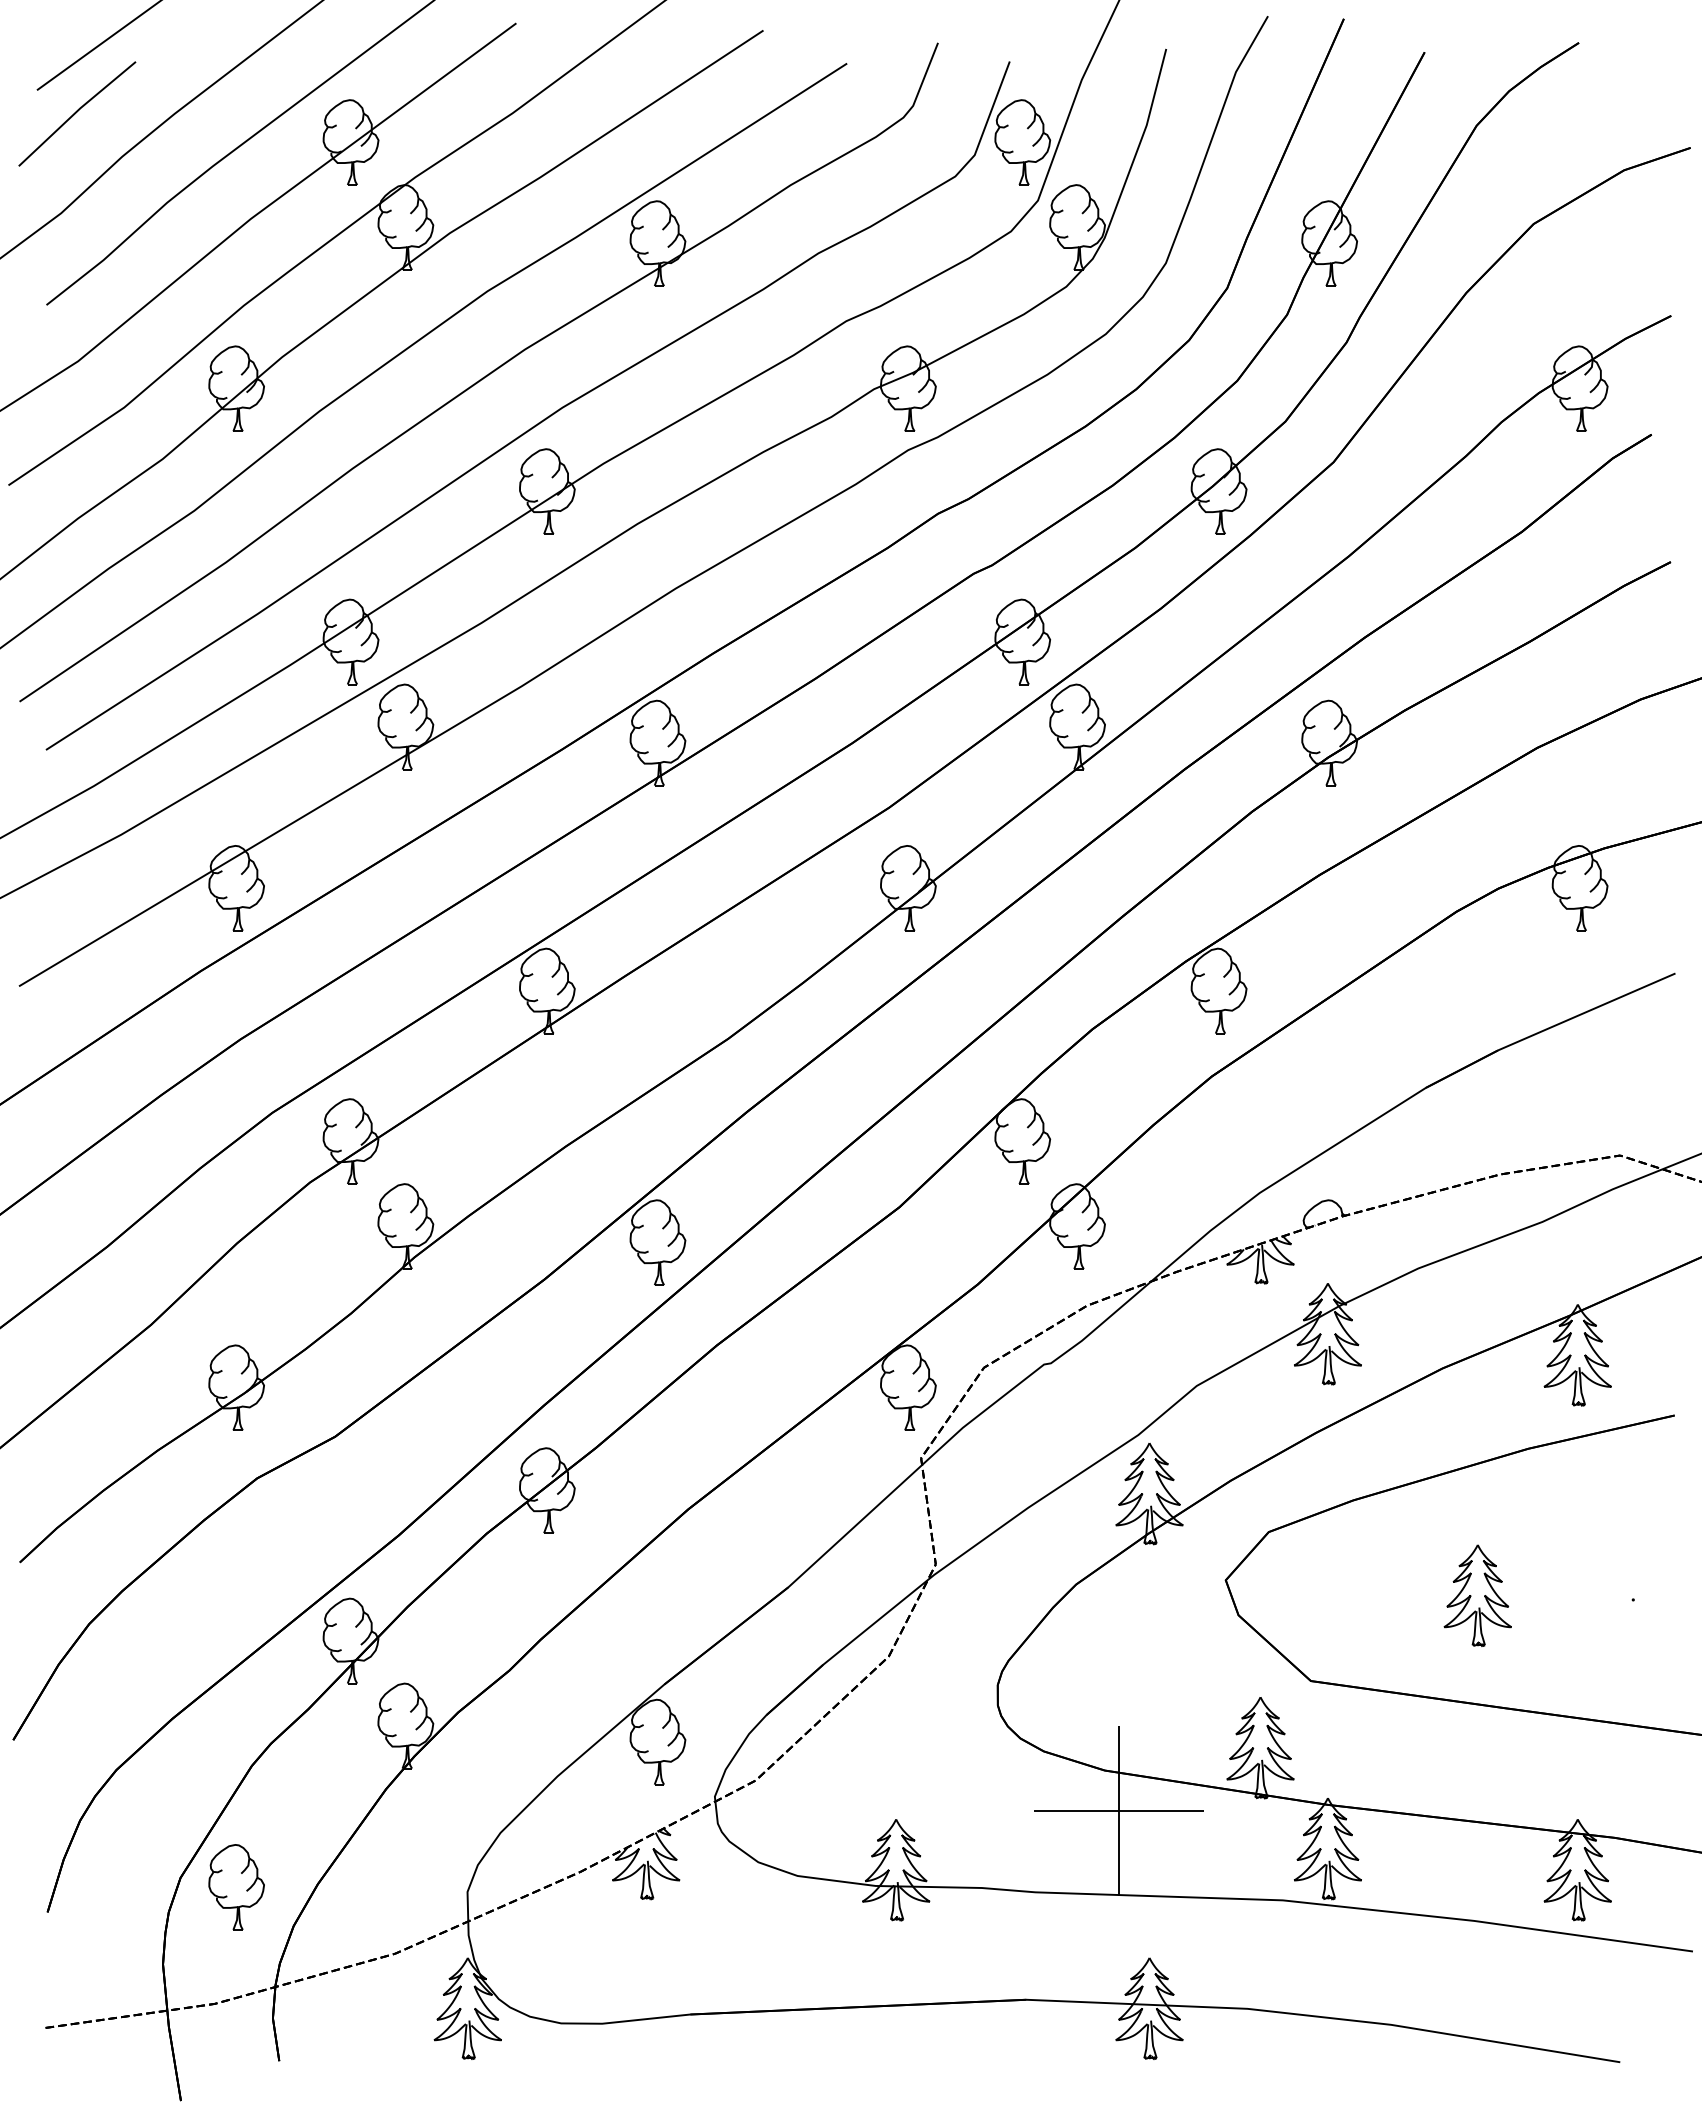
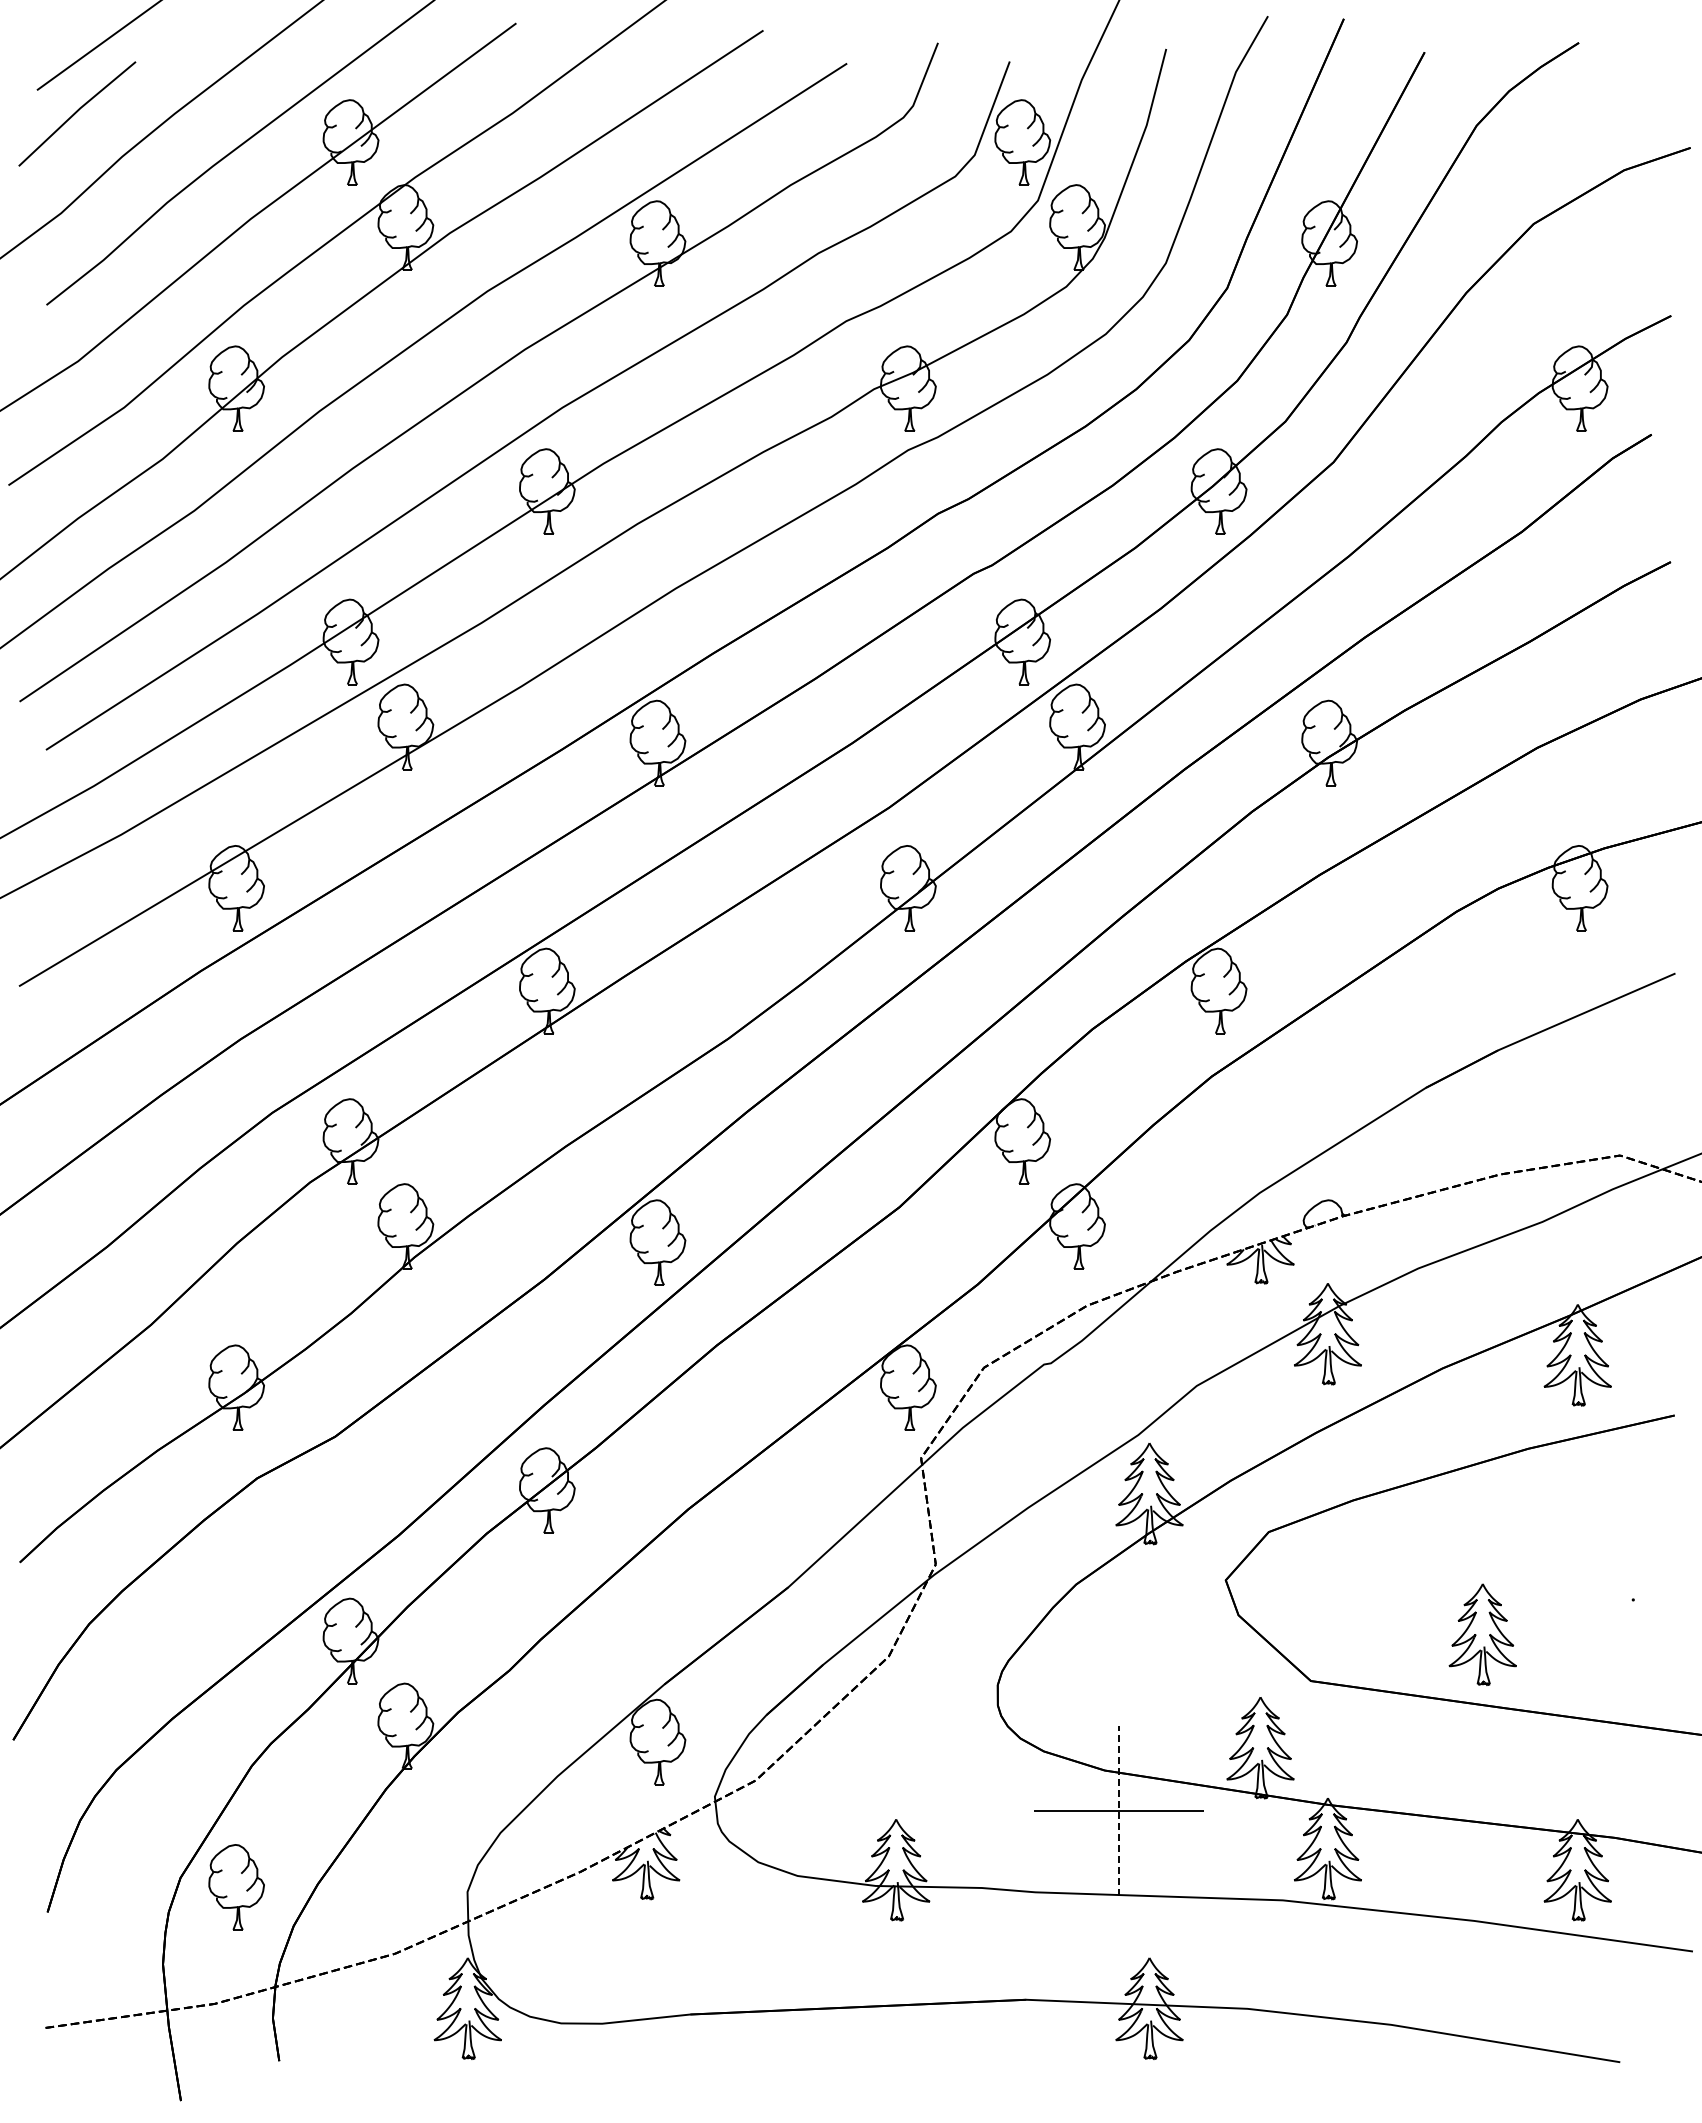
part at (1477, 1595) position: (1477, 1595) -> (1482, 1634)
line at (1119, 1810): solid -> dashed
